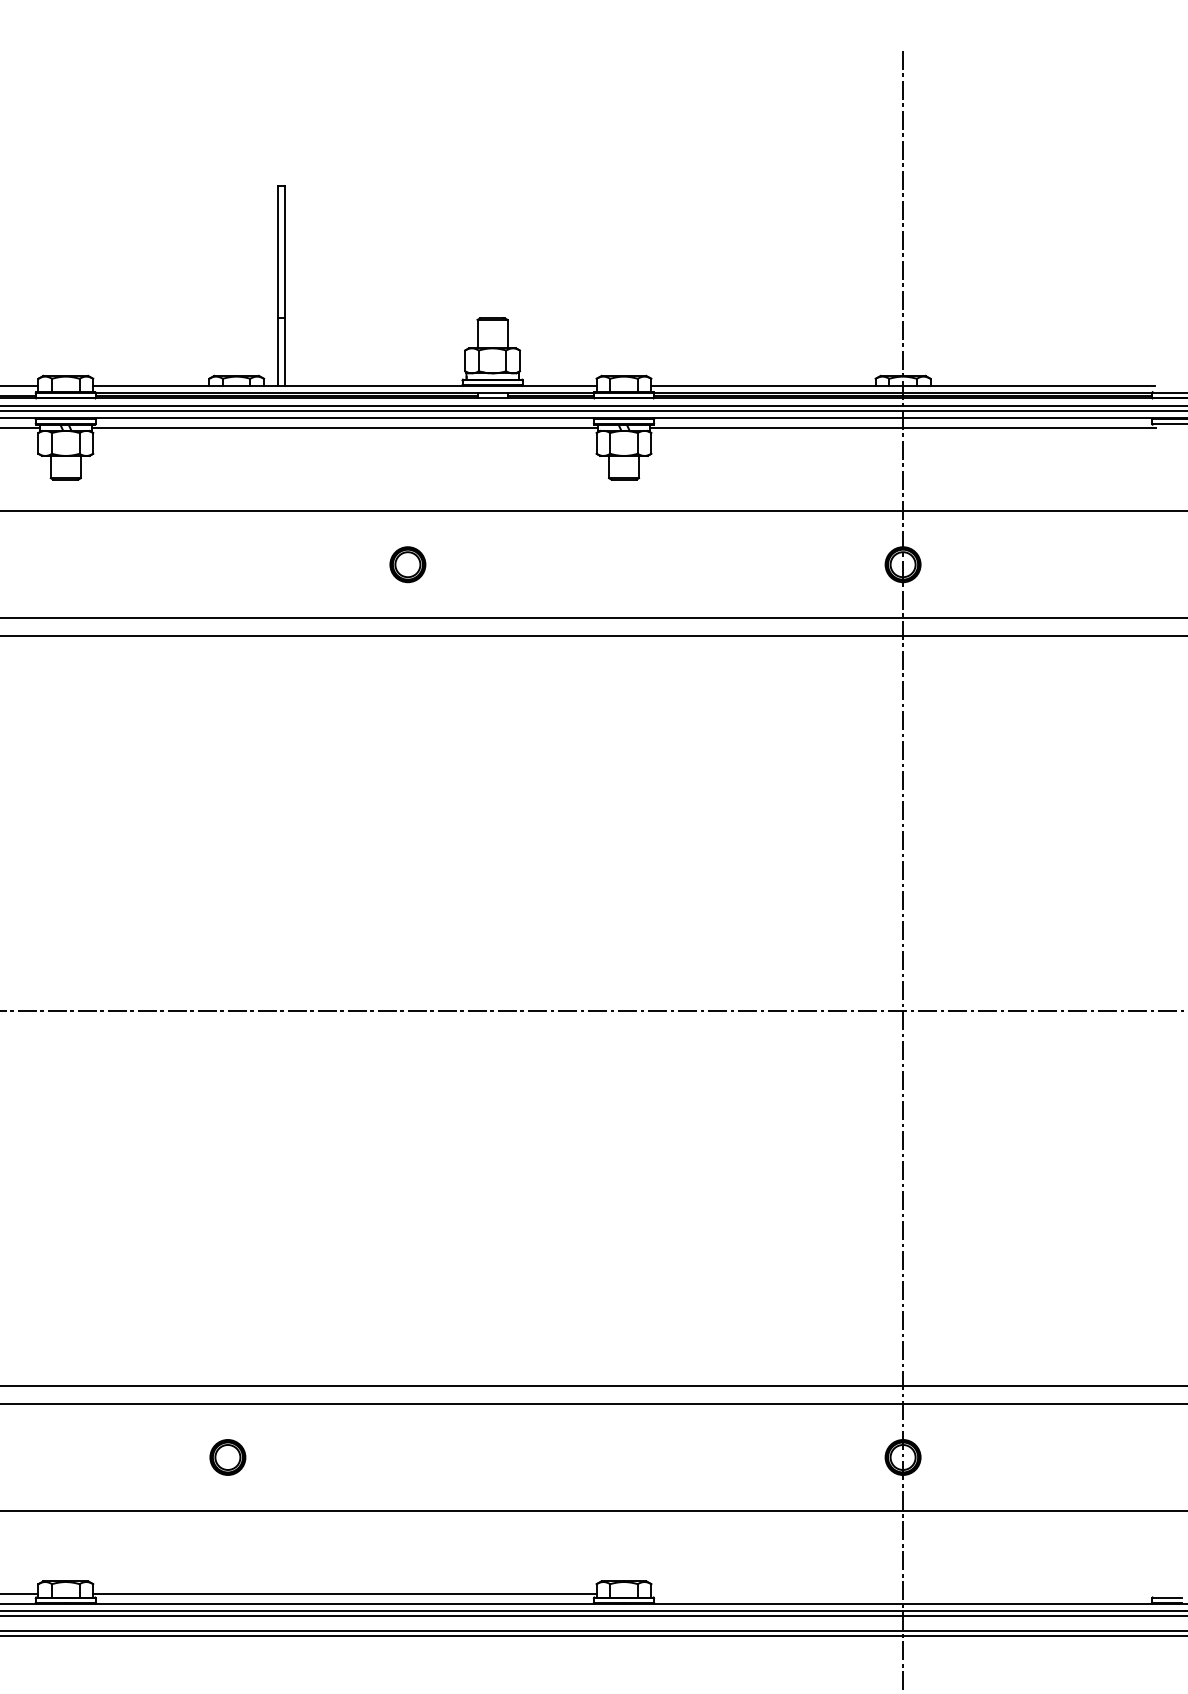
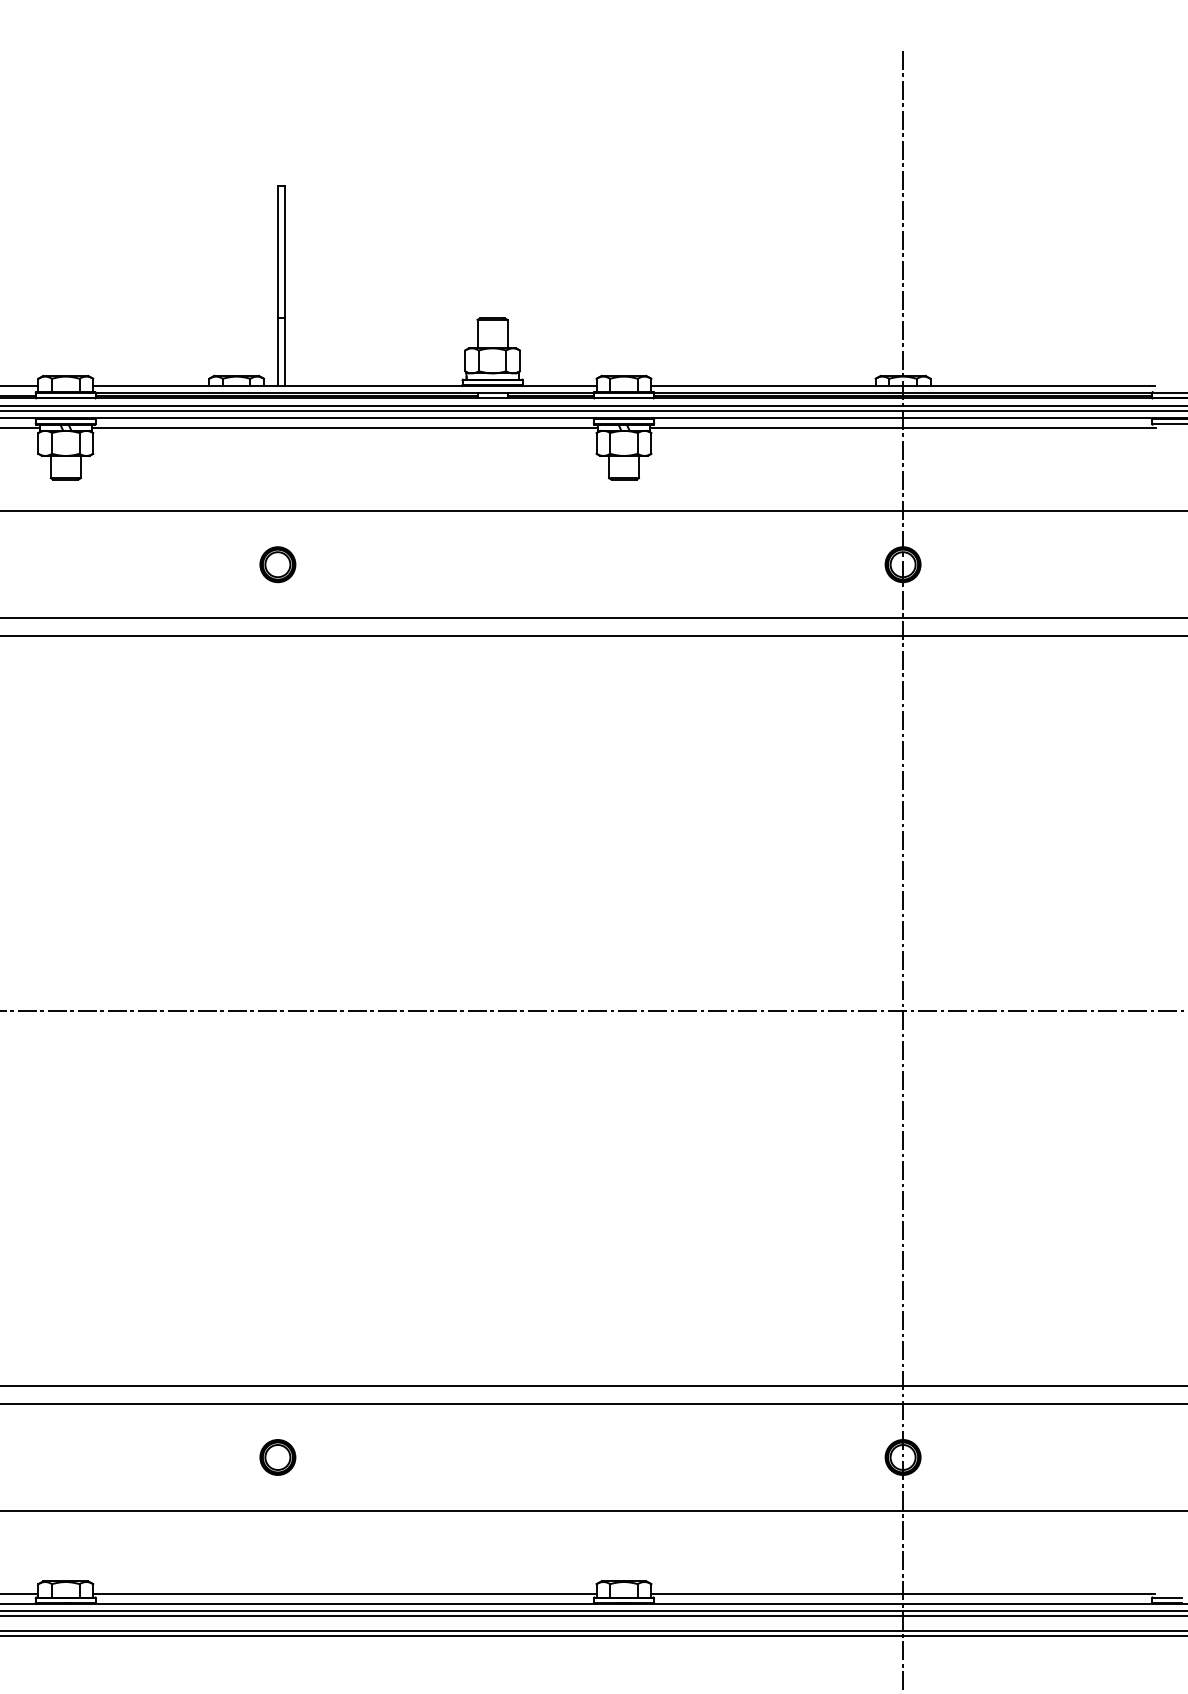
part at (407, 564) position: (407, 564) -> (277, 564)
part at (227, 1457) position: (227, 1457) -> (277, 1457)
line at (902, 1593): none -> present
